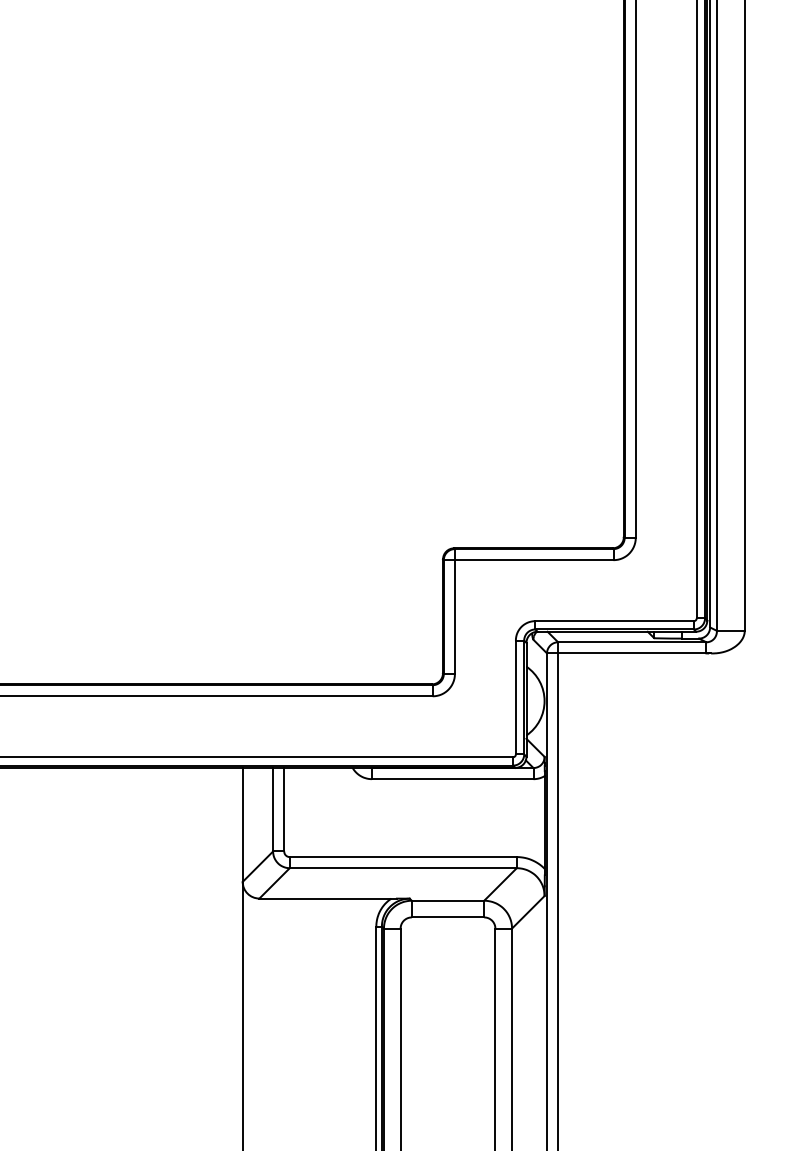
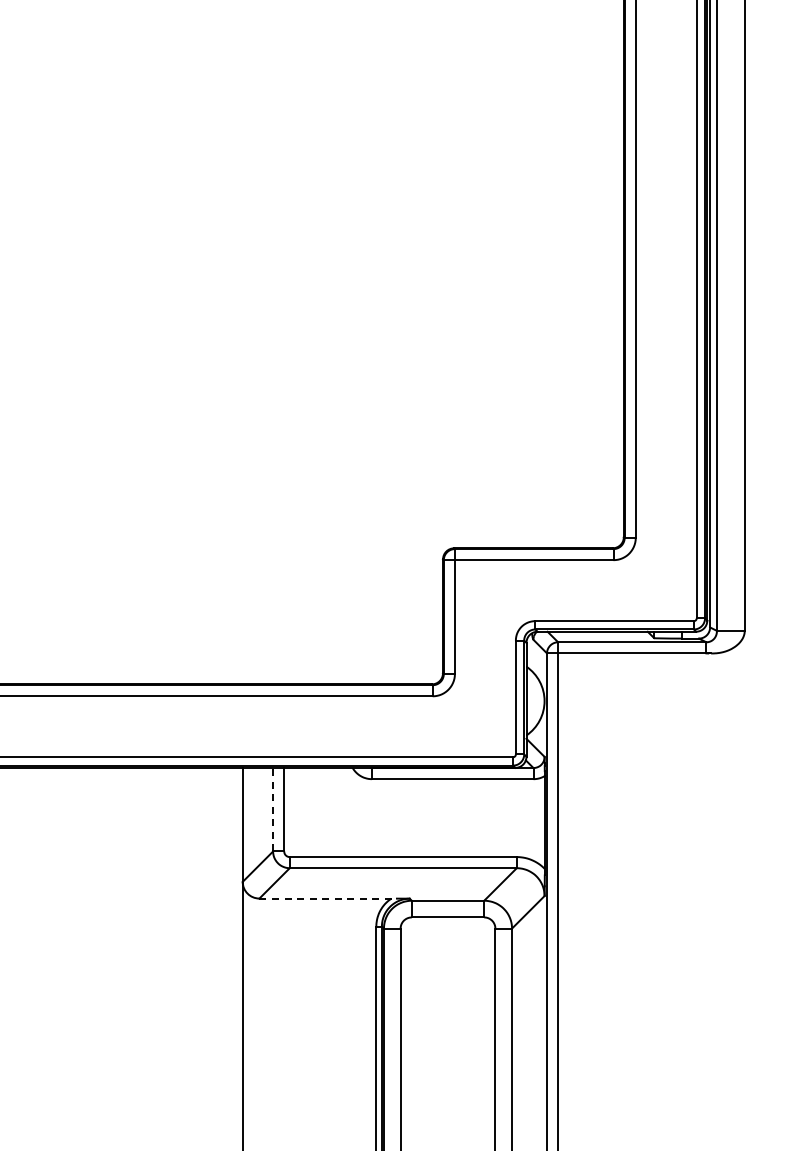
line at (273, 809): solid -> dashed
line at (328, 898): solid -> dashed
